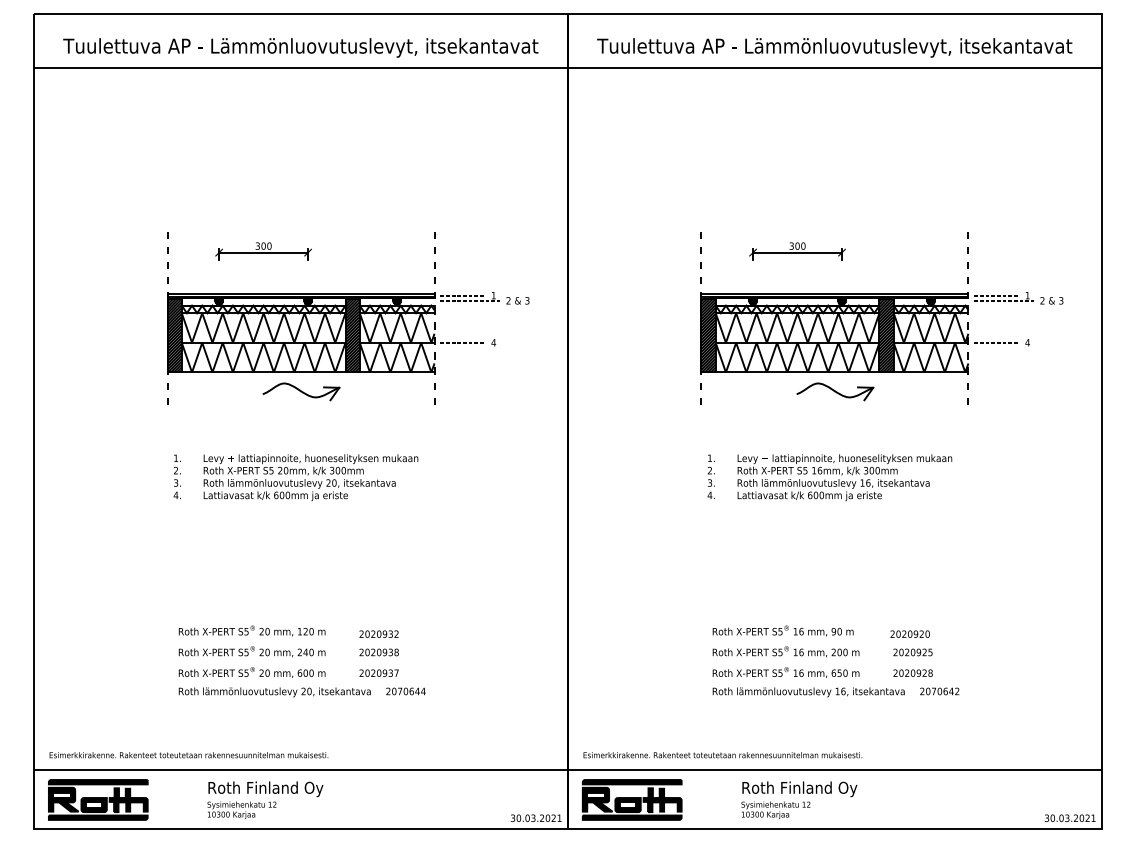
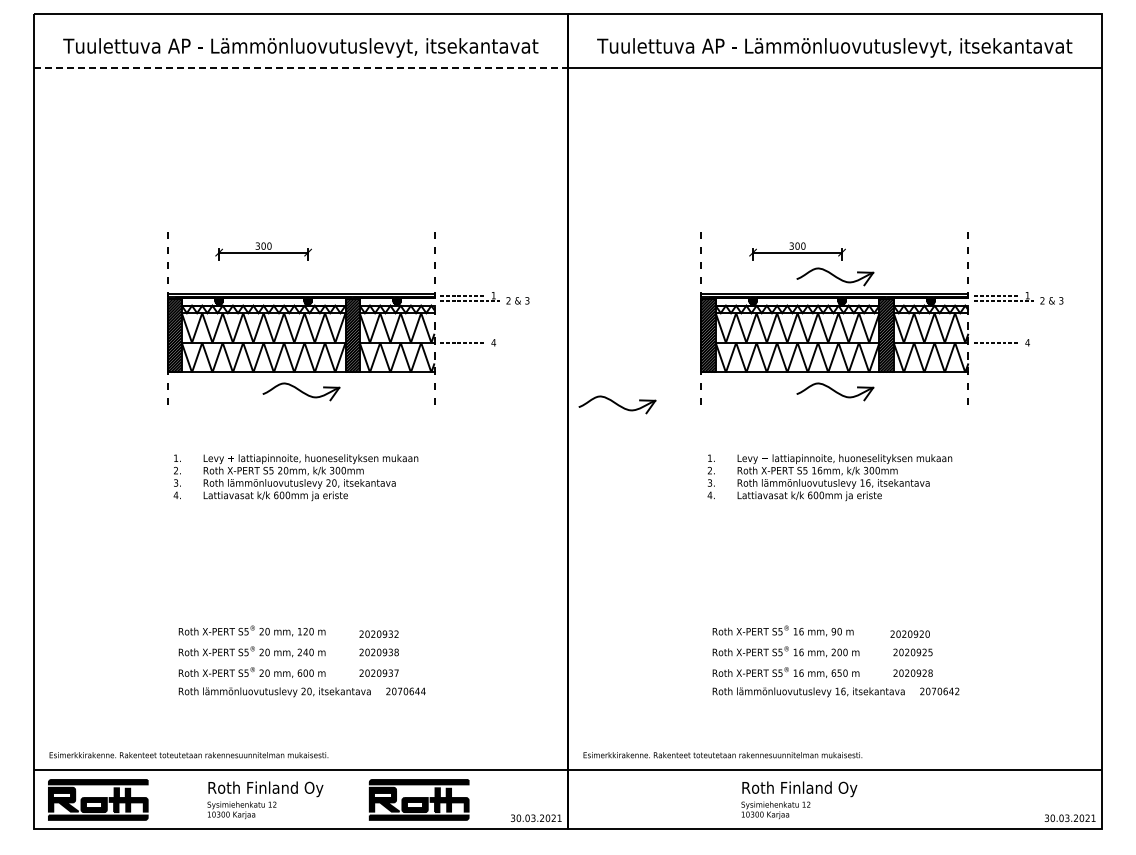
line at (301, 68): solid -> dashed
part at (835, 276): none -> present
part at (617, 404): none -> present
part at (631, 799) position: (631, 799) -> (418, 799)
